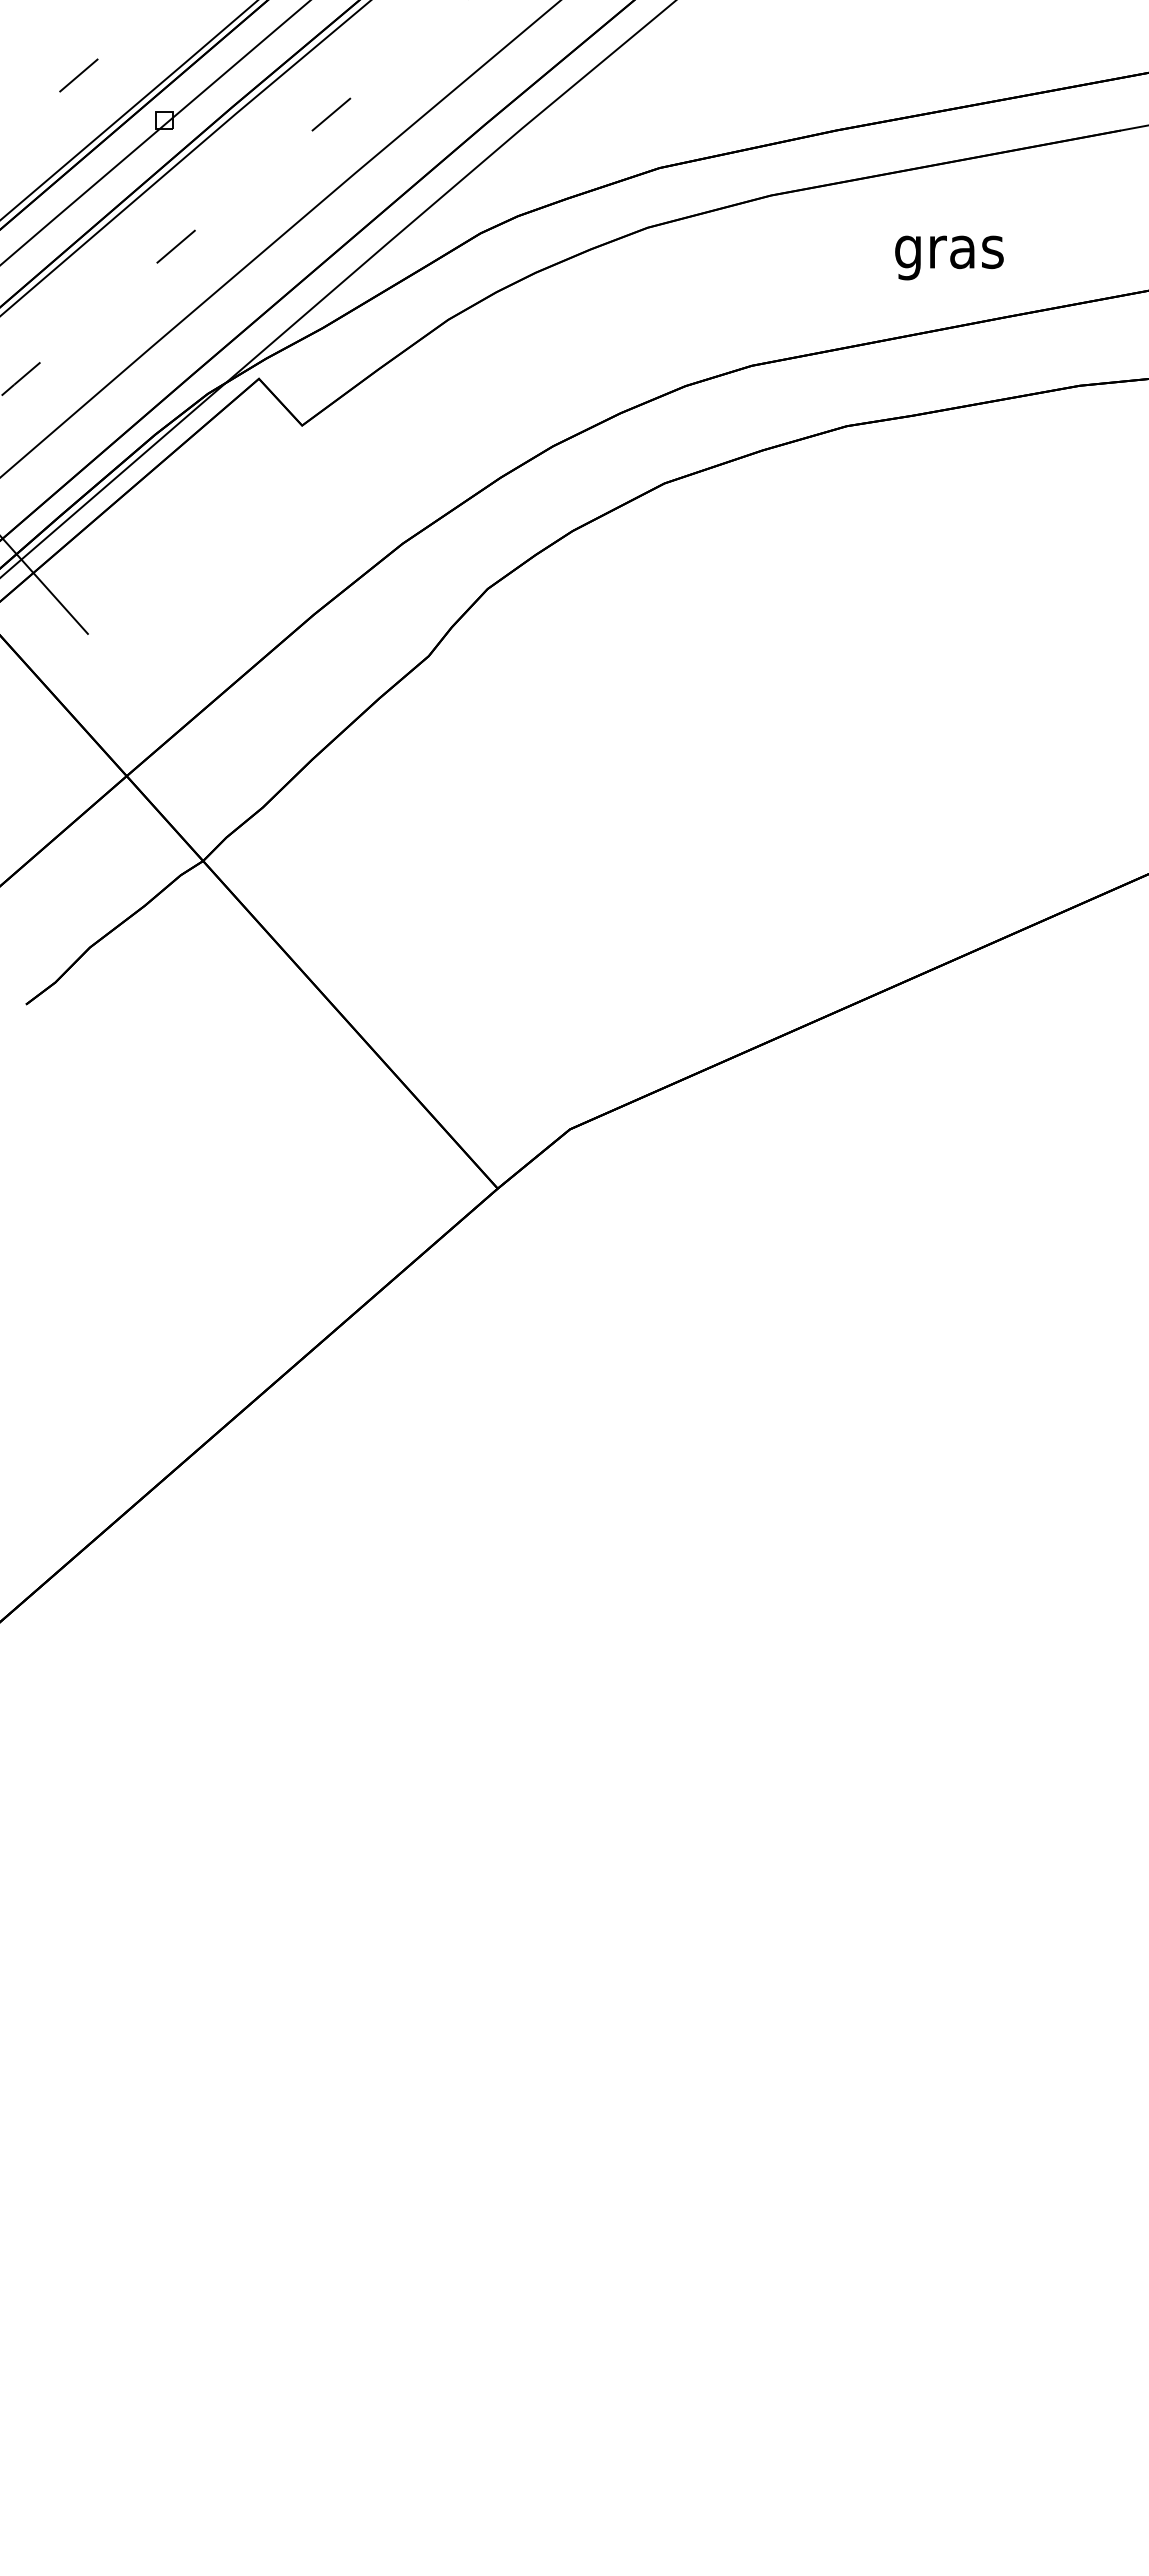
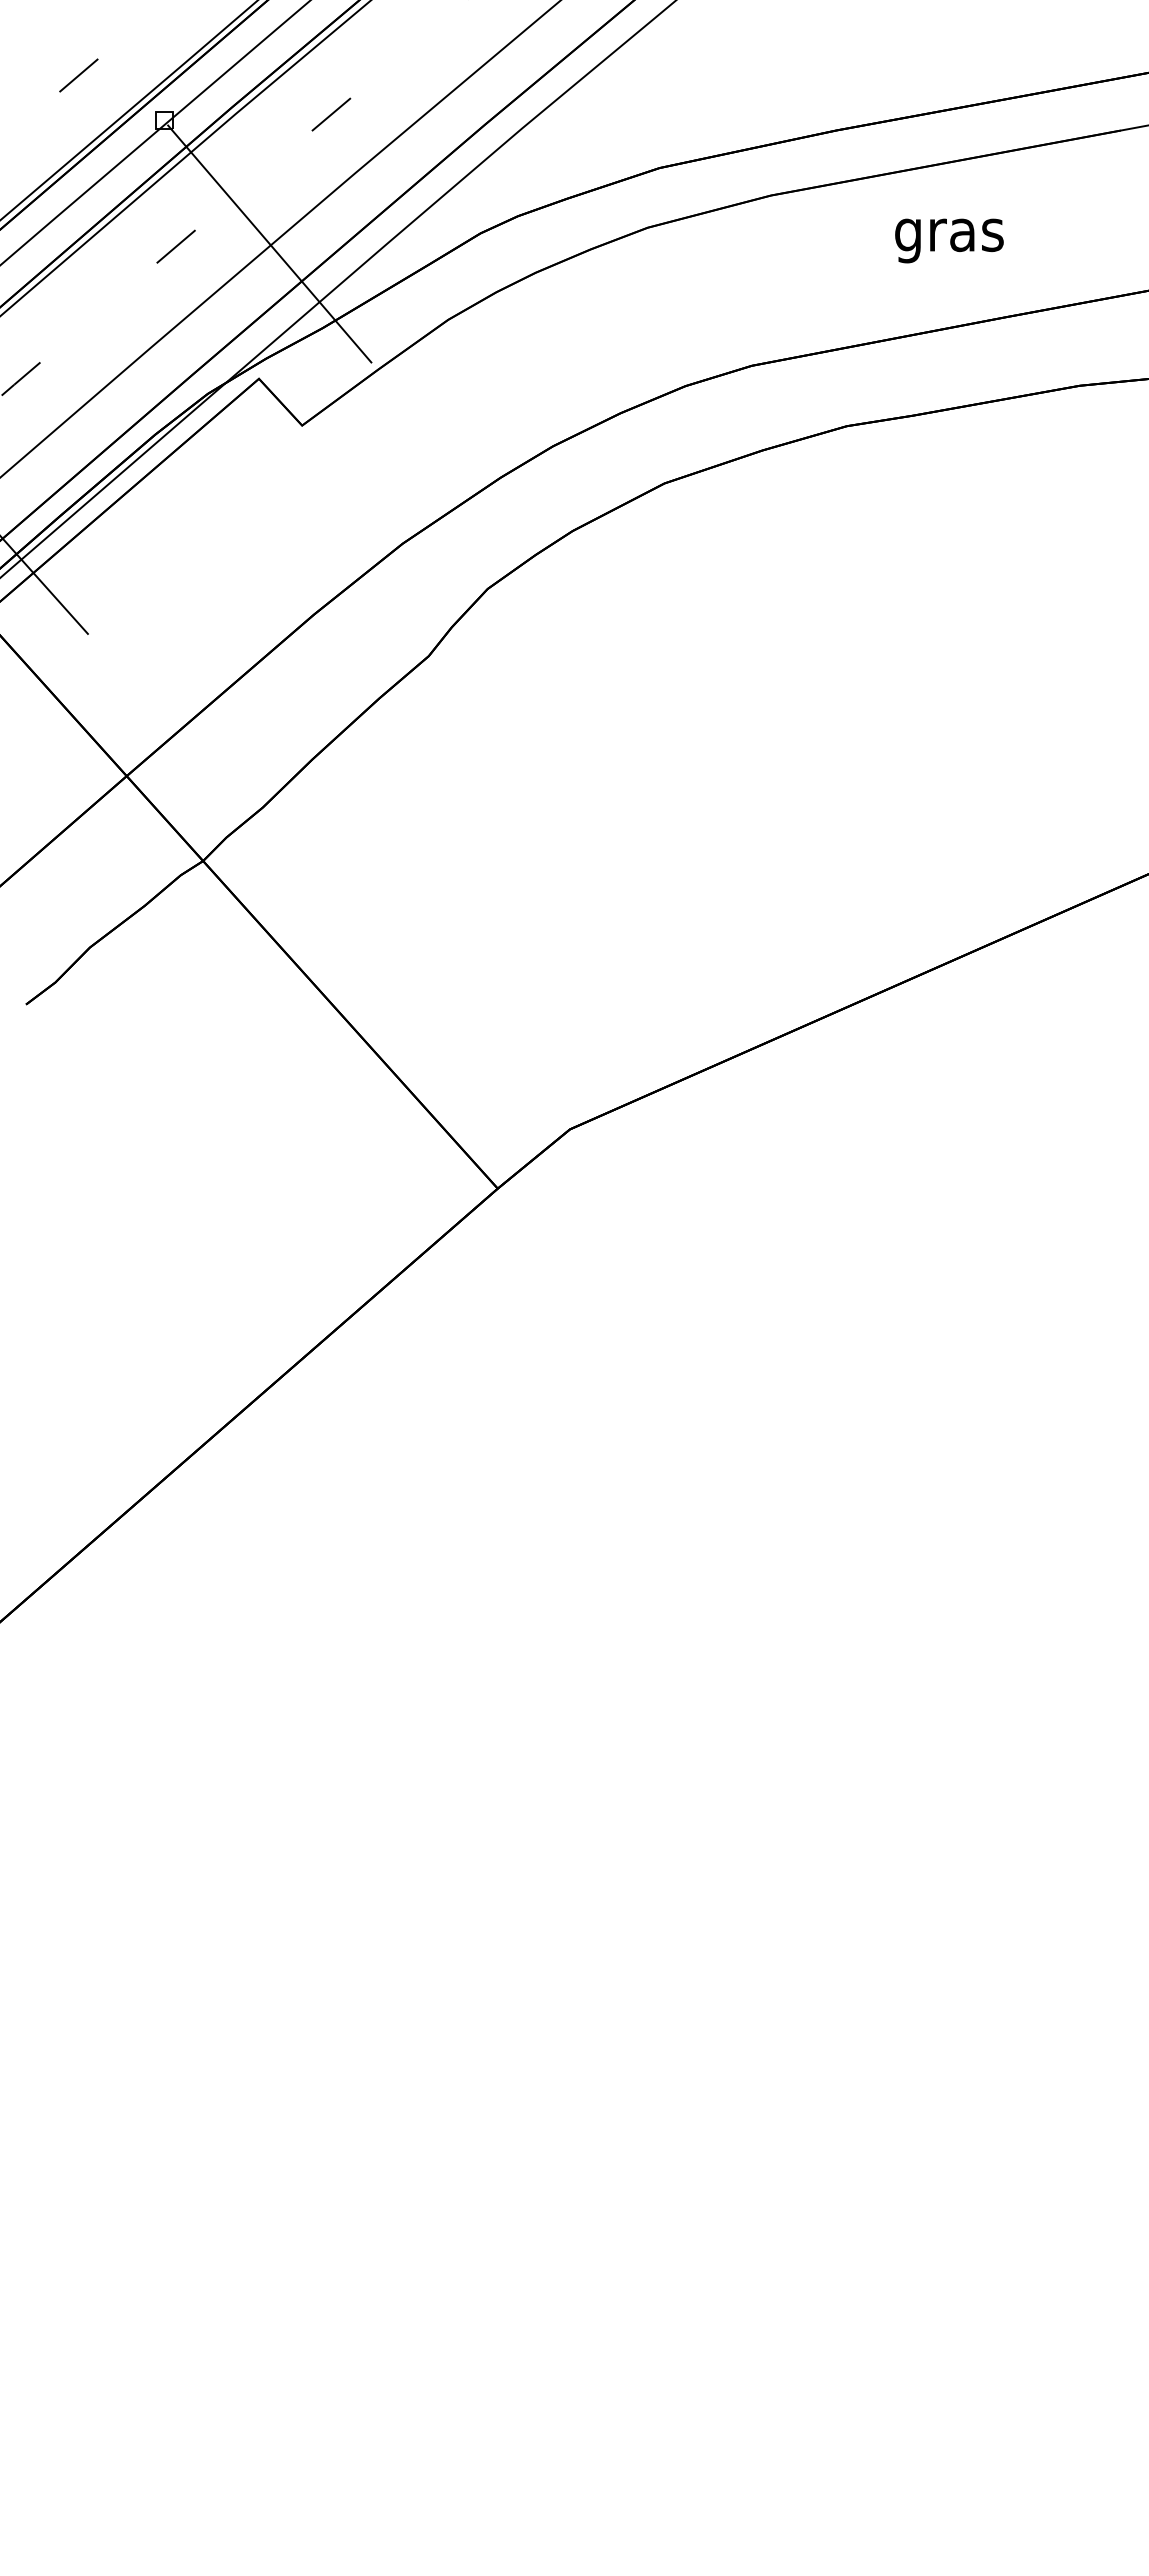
line at (269, 243): none -> present
text at (949, 257) position: (949, 257) -> (949, 240)
